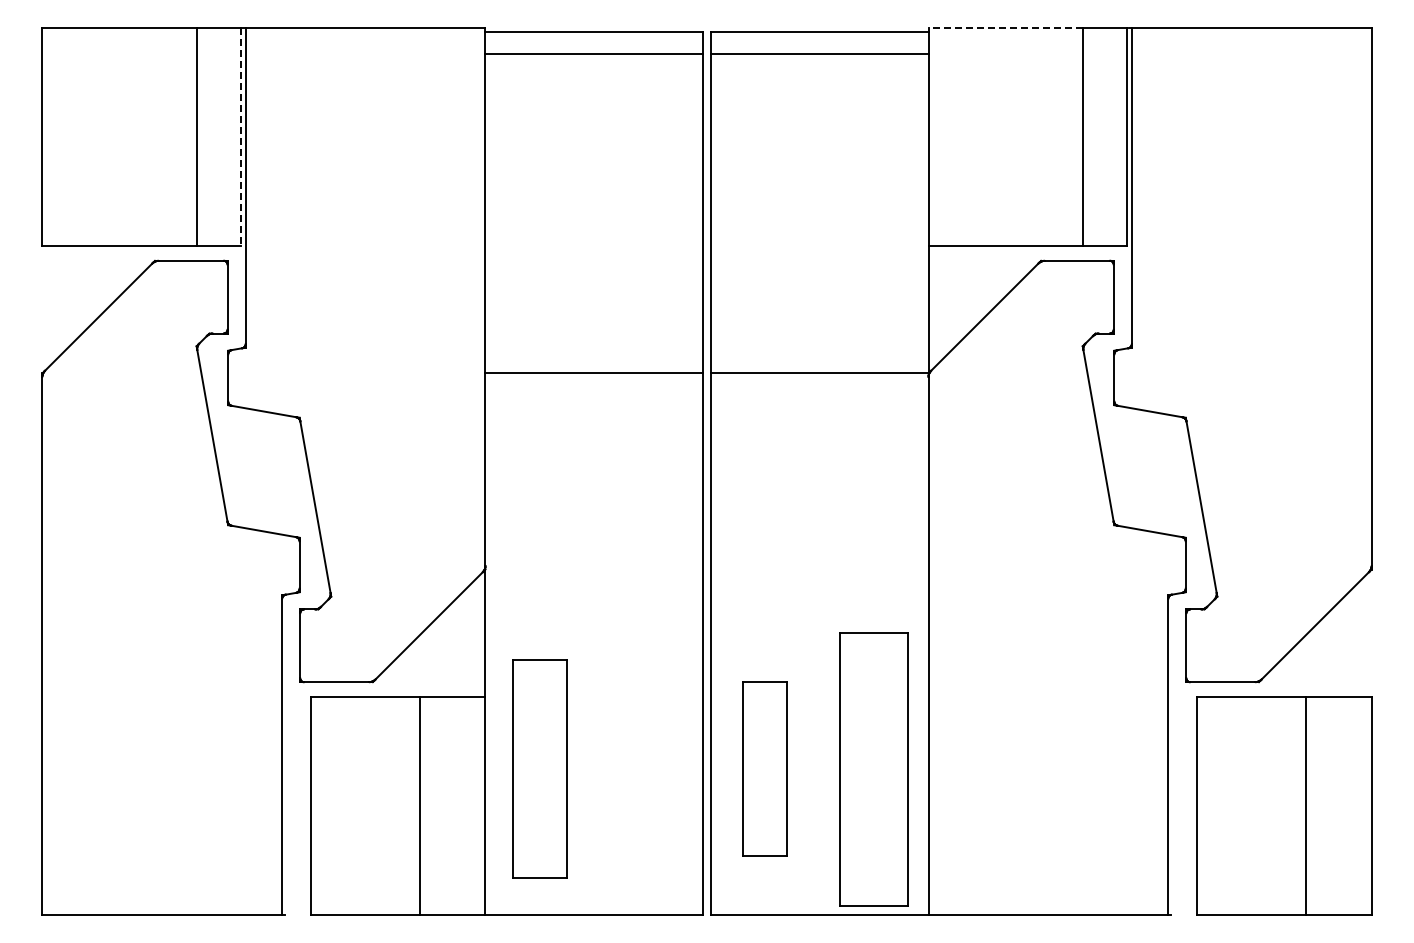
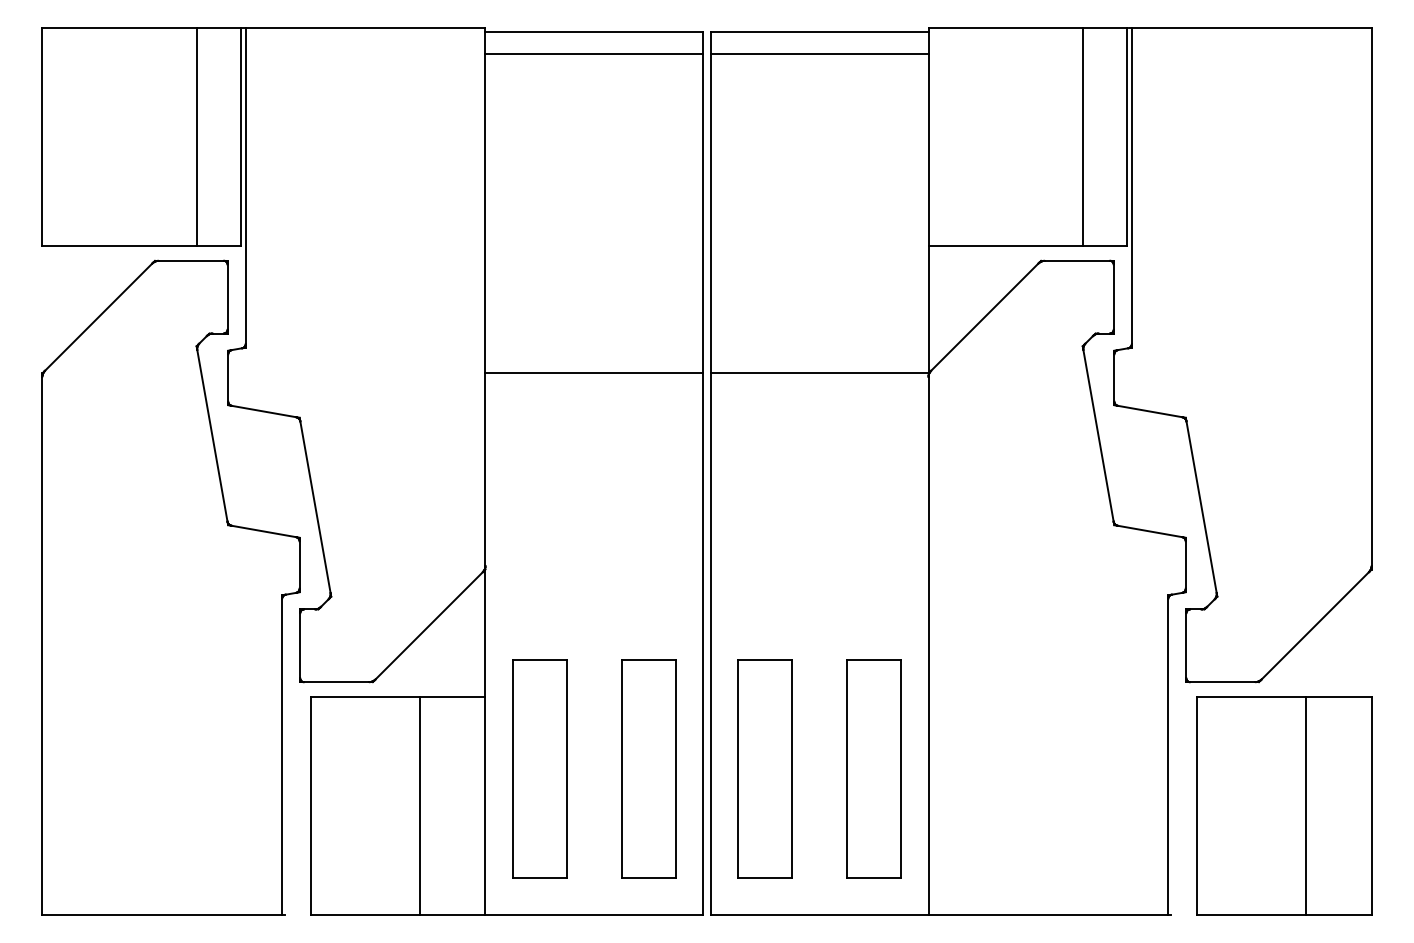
line at (1005, 28): dashed -> solid
line at (241, 137): dashed -> solid
part at (648, 768): none -> present
part at (764, 768) size: 46x176 px -> 56x220 px
part at (873, 769) size: 70x275 px -> 56x220 px
